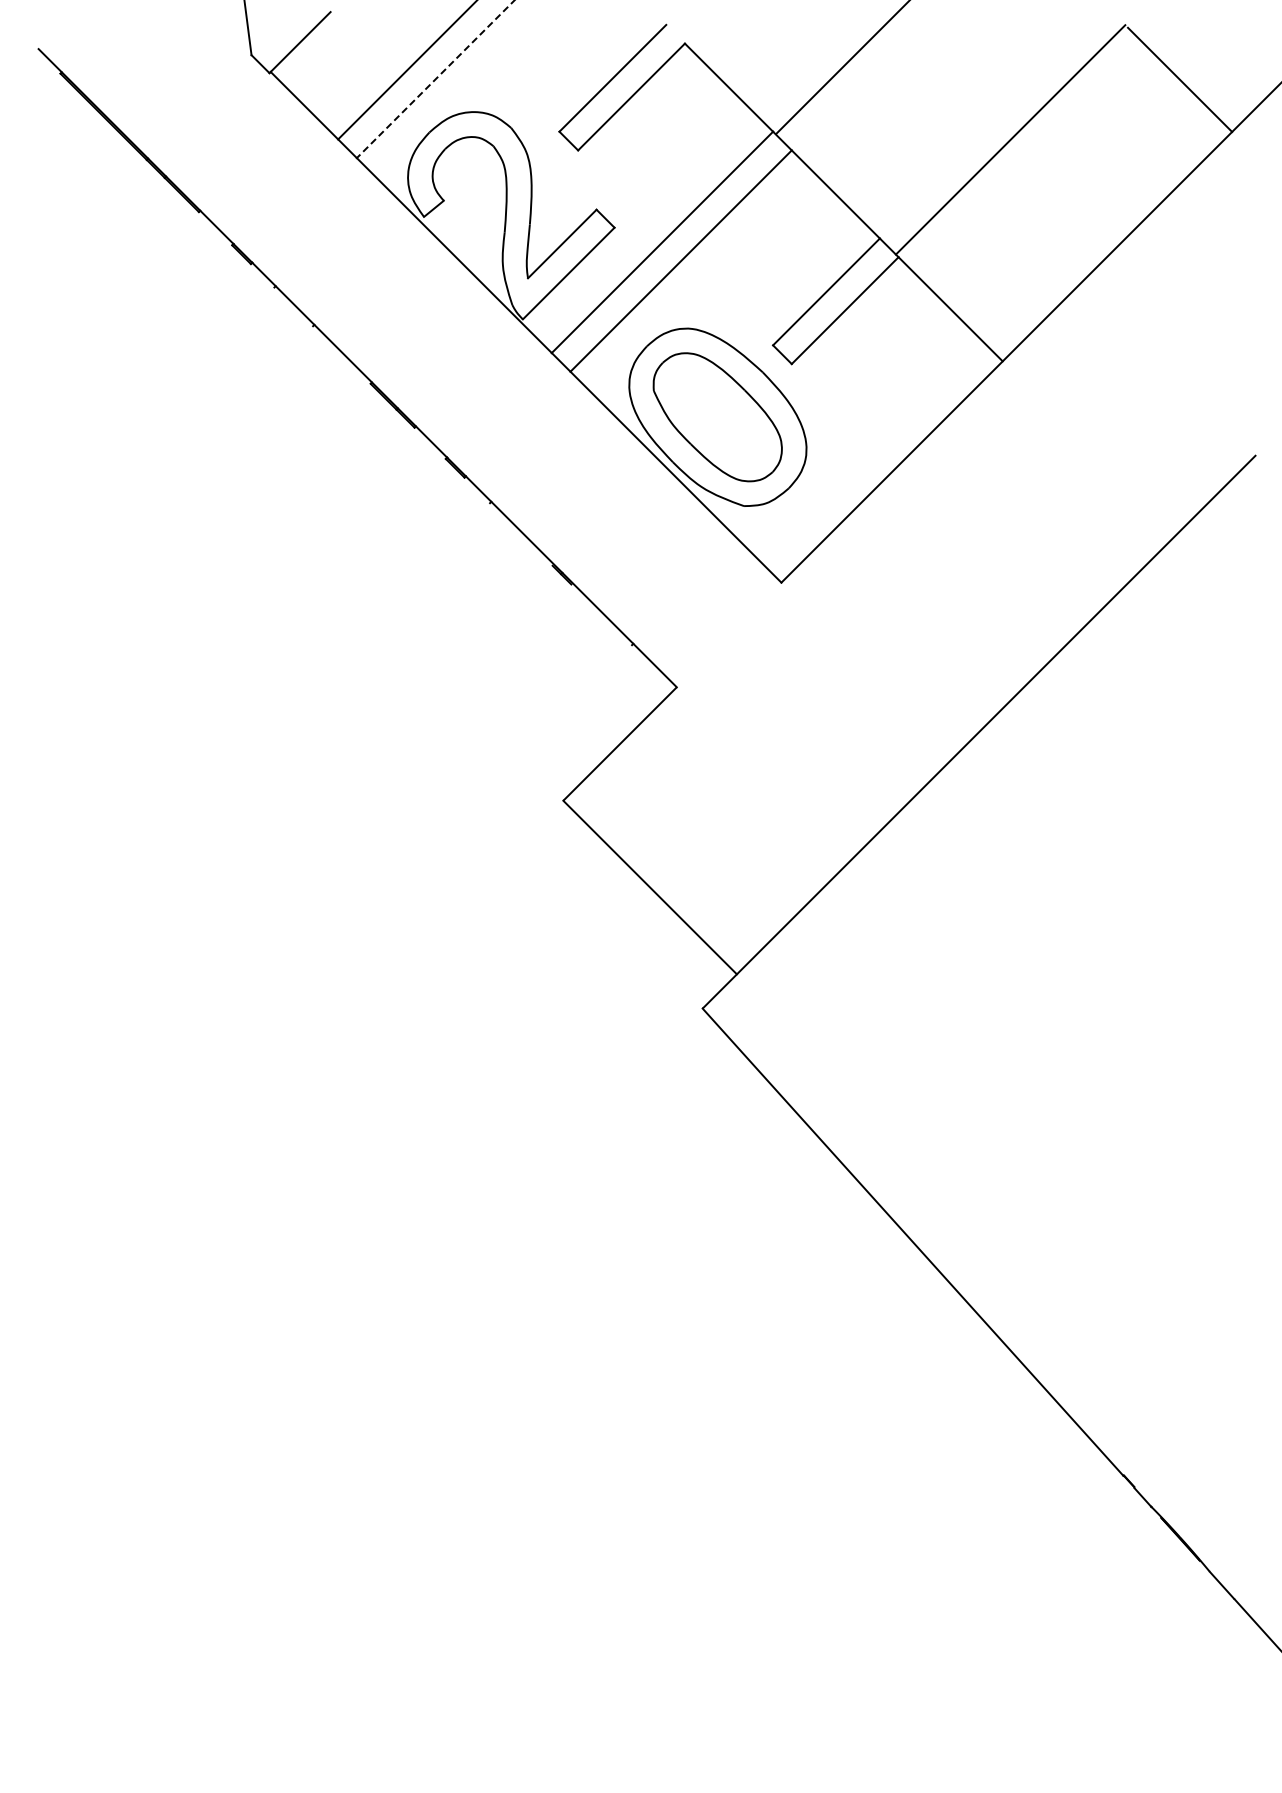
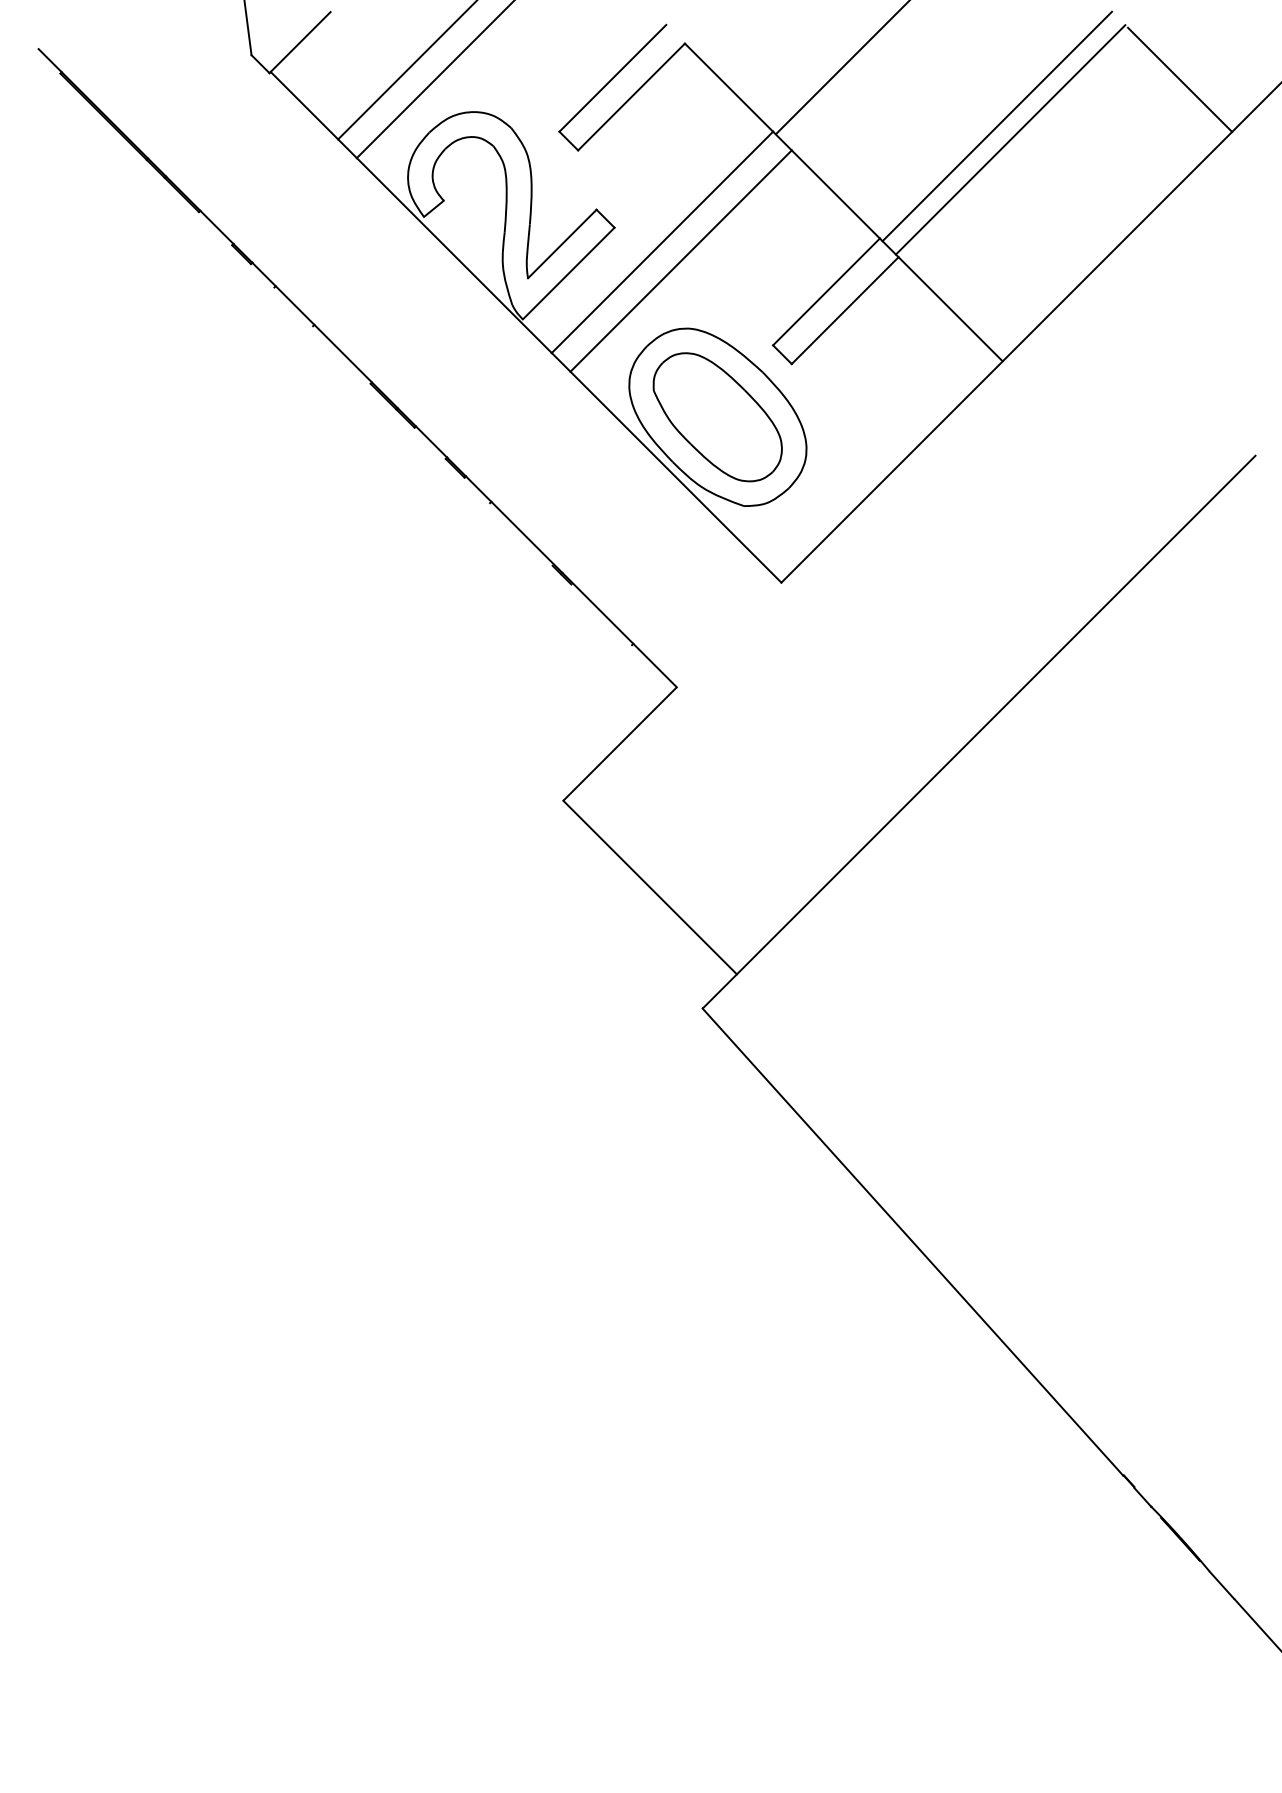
line at (435, 79): dashed -> solid
line at (996, 126): none -> present
